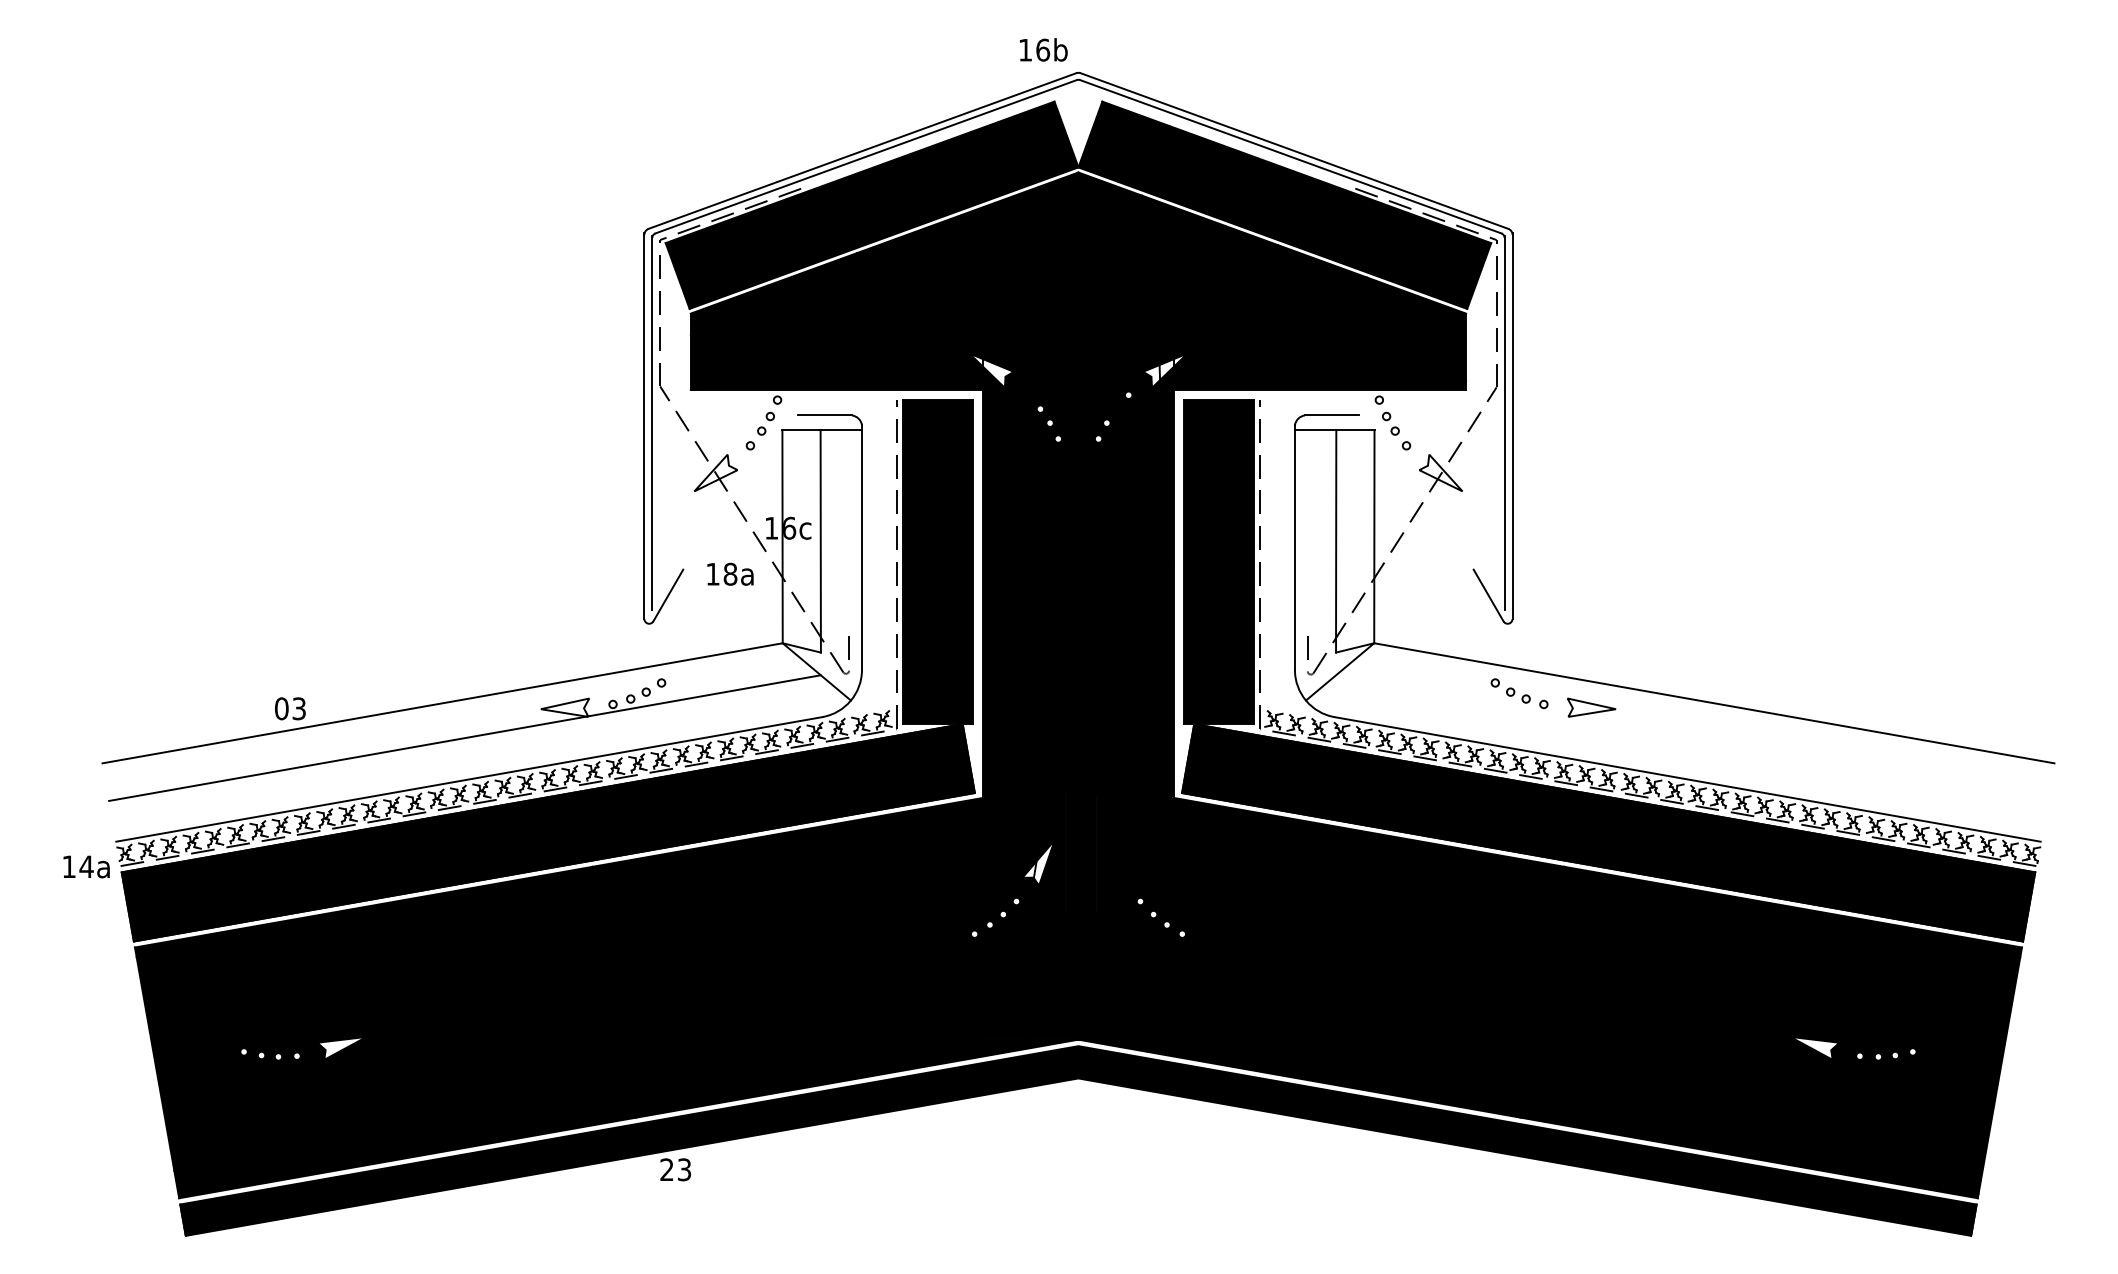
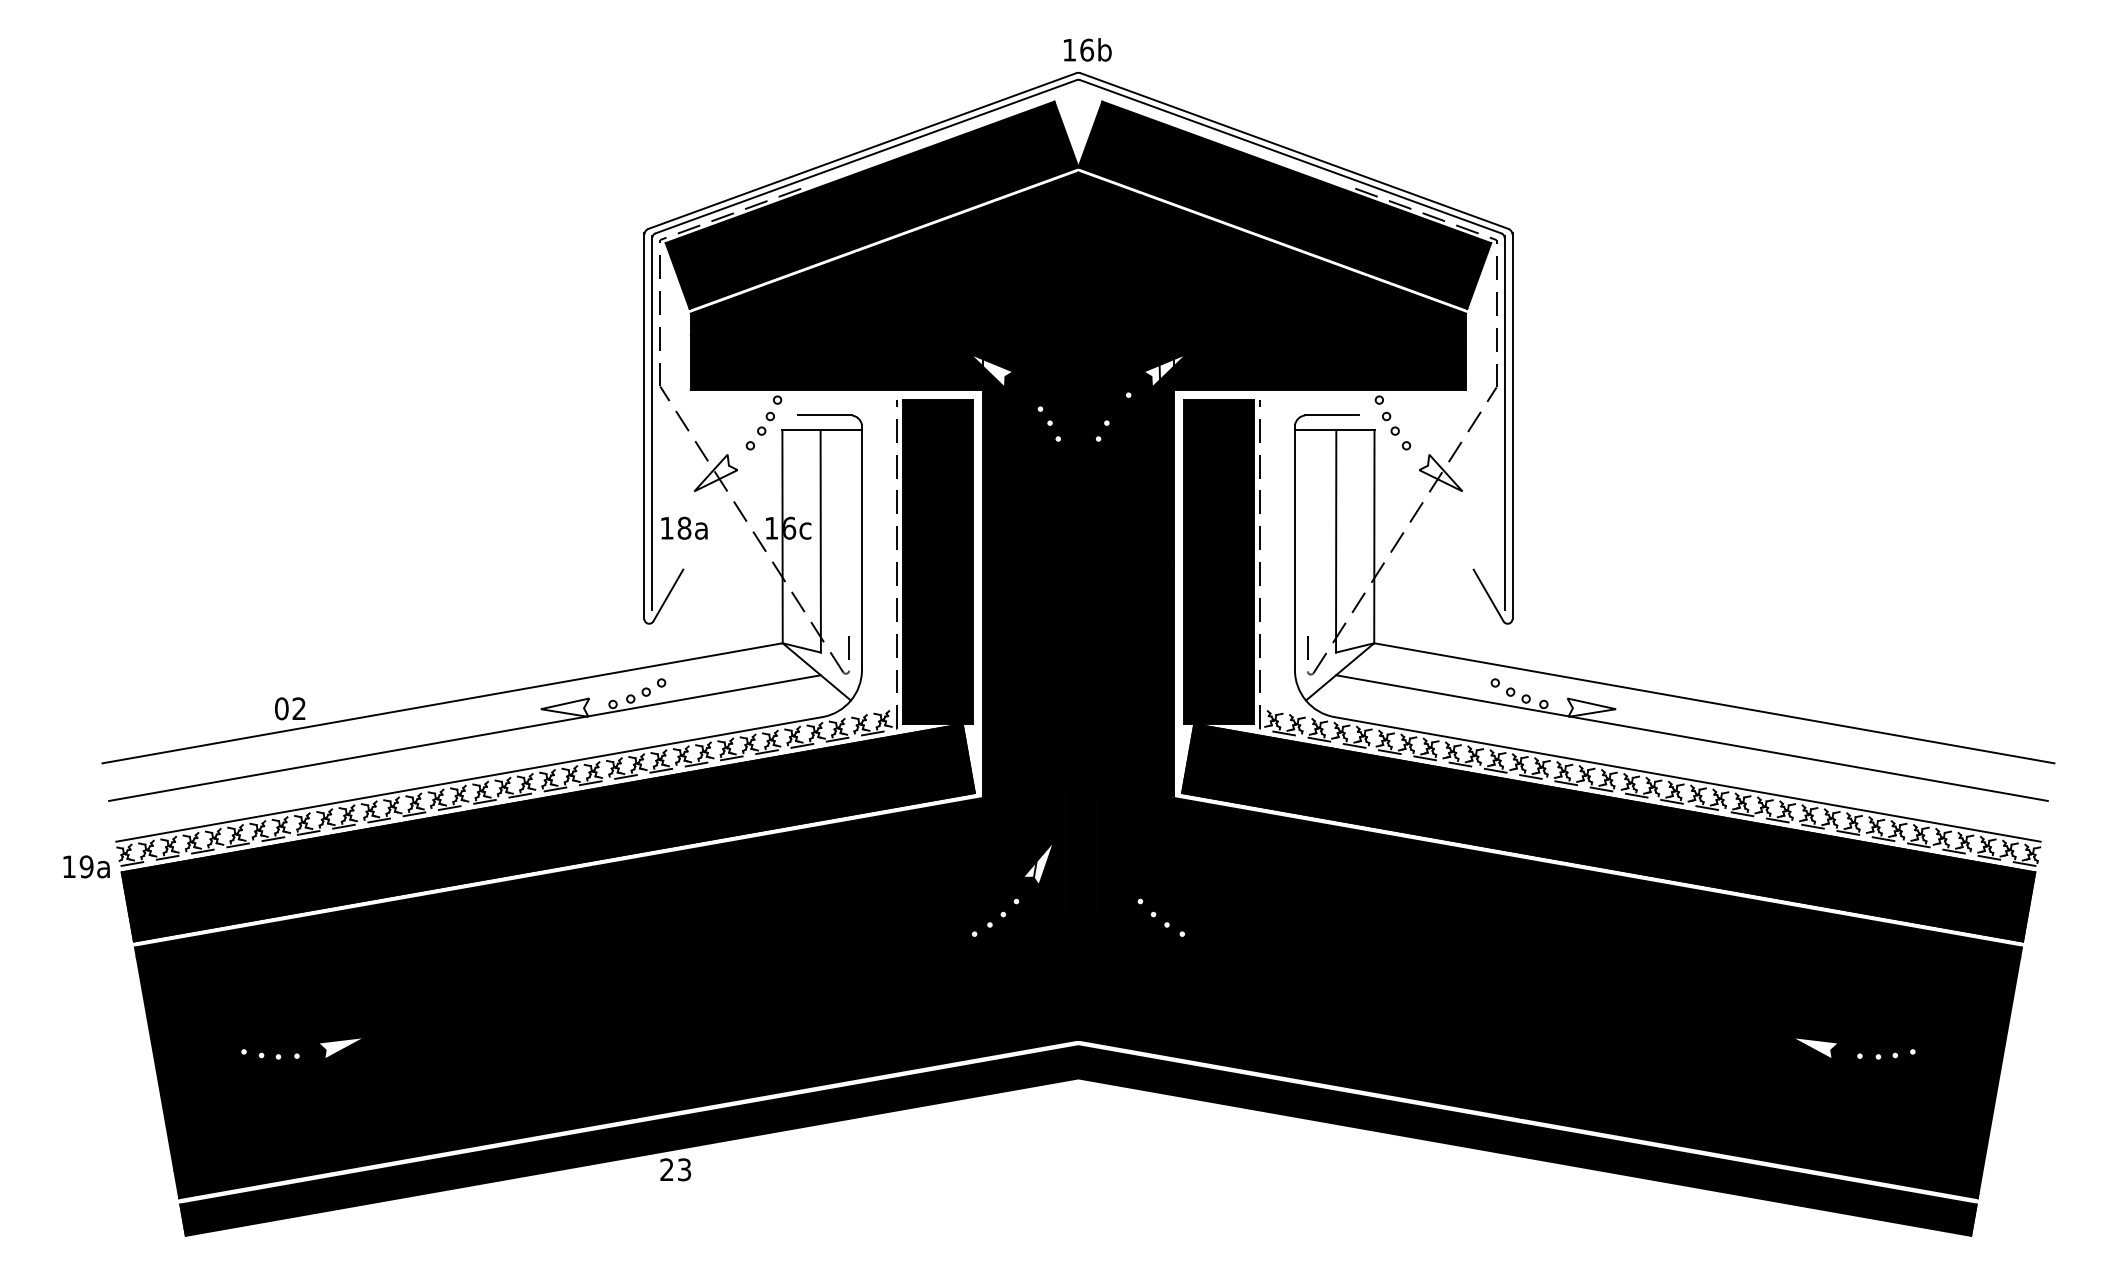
text at (1043, 49) position: (1043, 49) -> (1087, 49)
text at (730, 573) position: (730, 573) -> (684, 527)
text at (298, 708): 03 -> 02
line at (1691, 737): none -> present
text at (86, 866): 14a -> 19a
